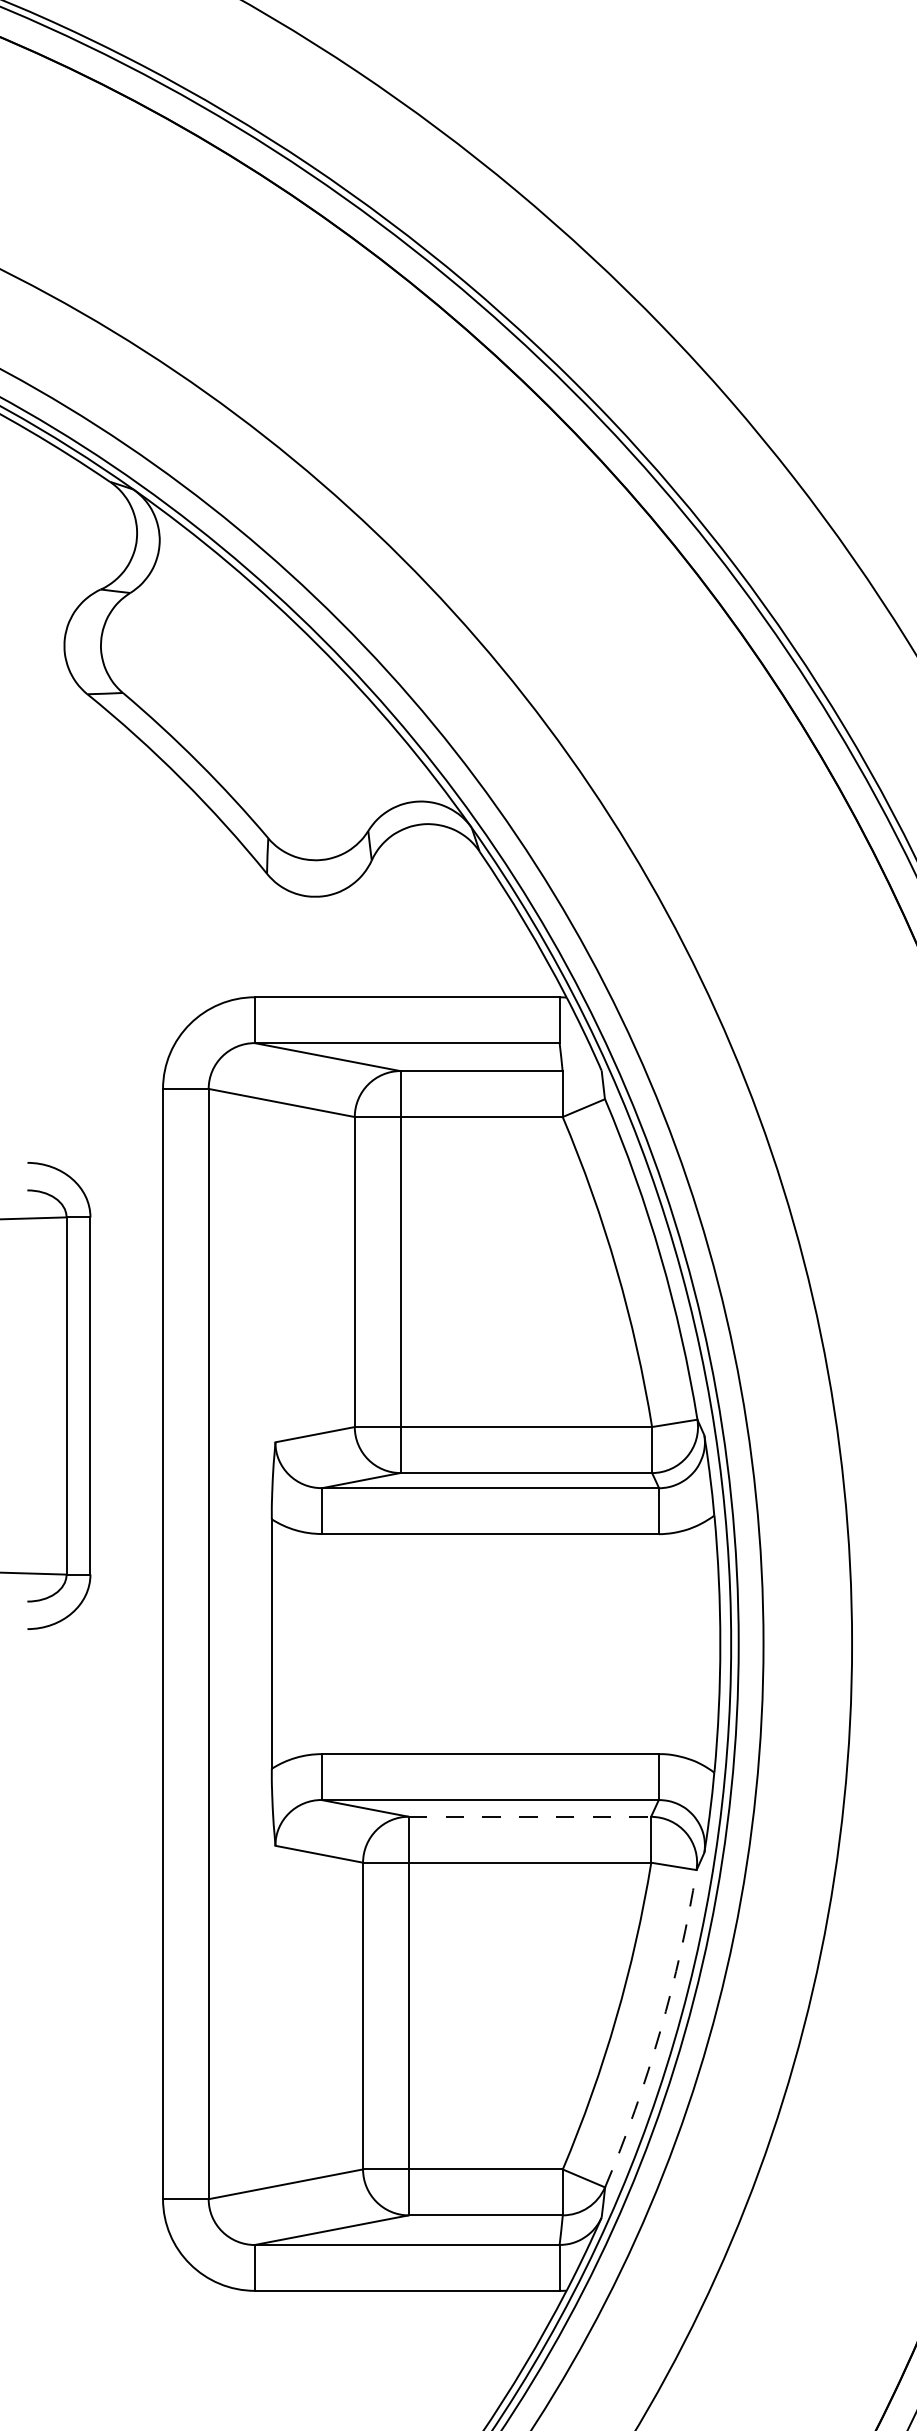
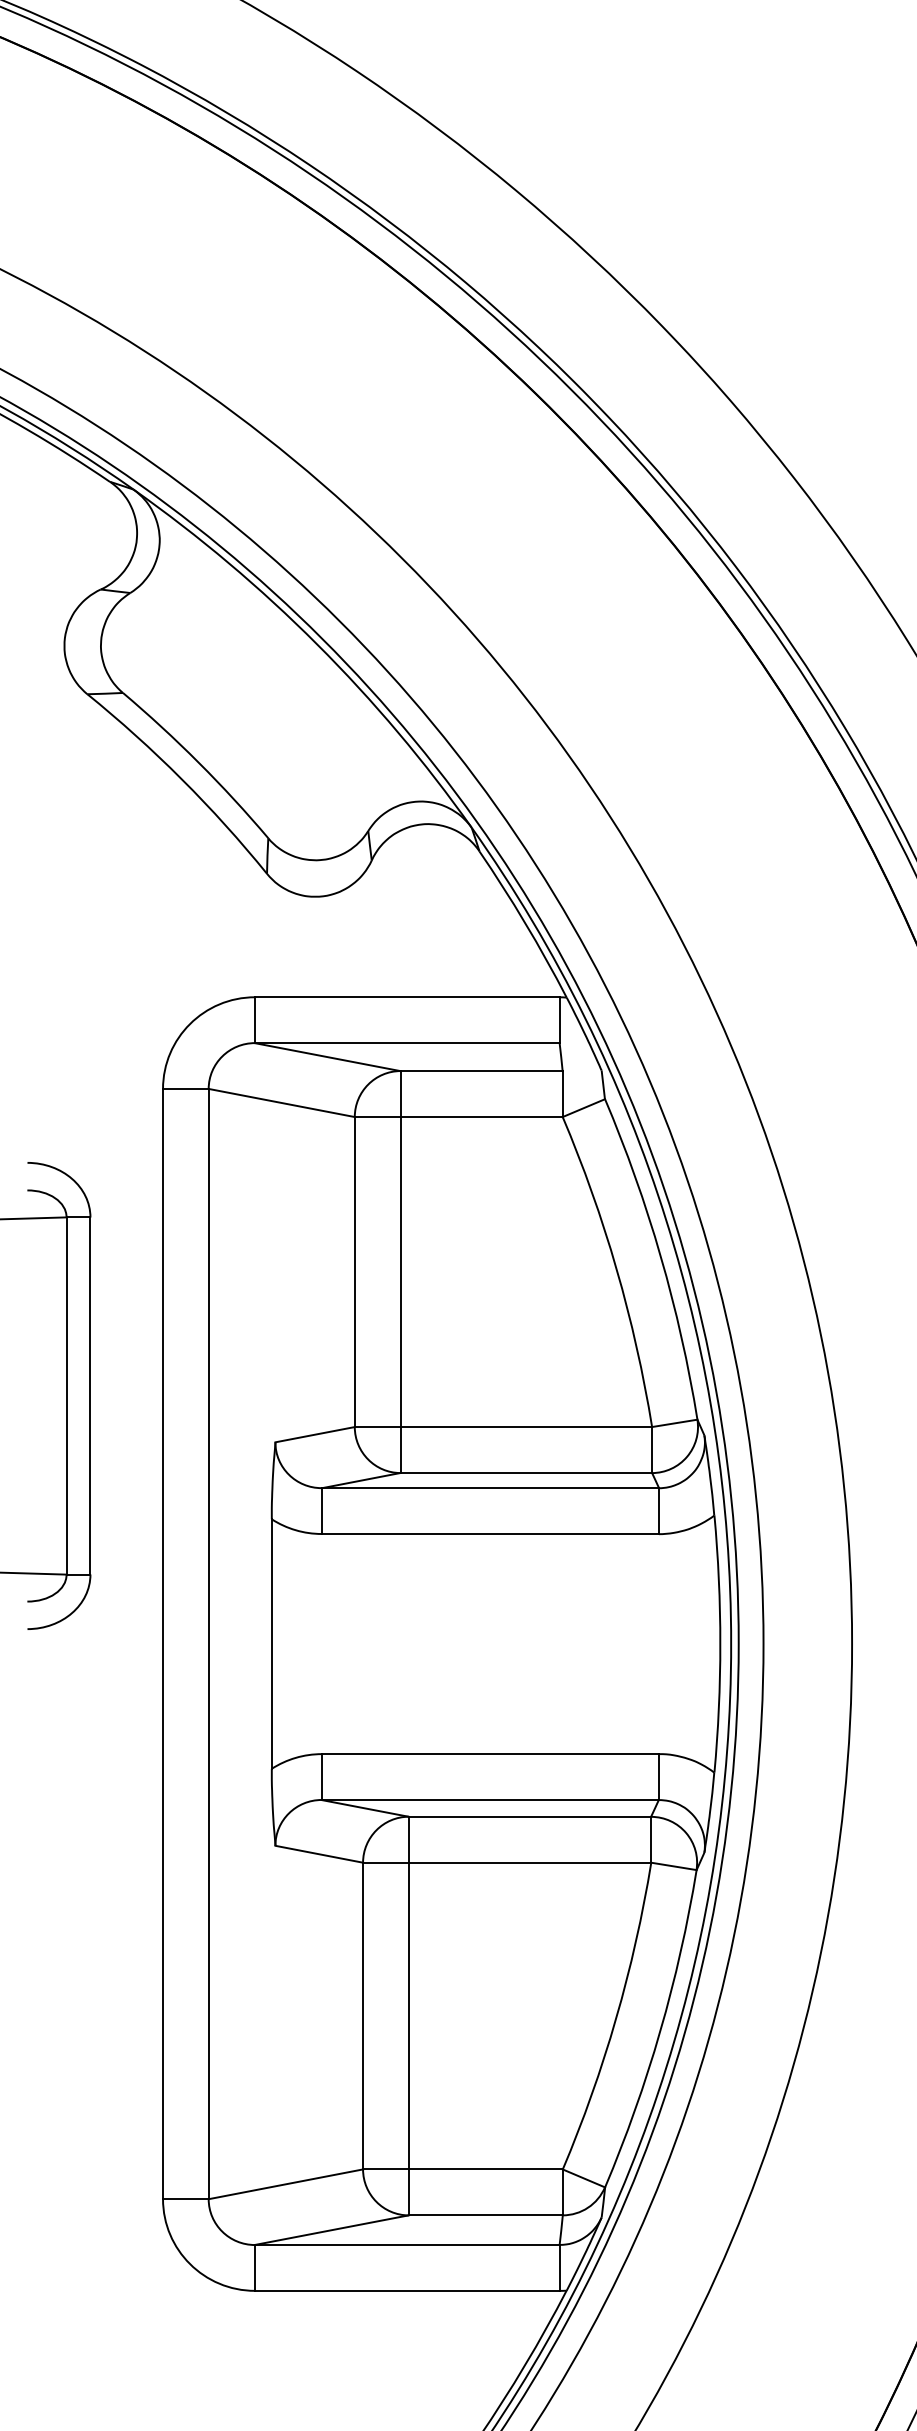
line at (530, 1816): dashed -> solid
arc at (660, 2031): dashed -> solid
